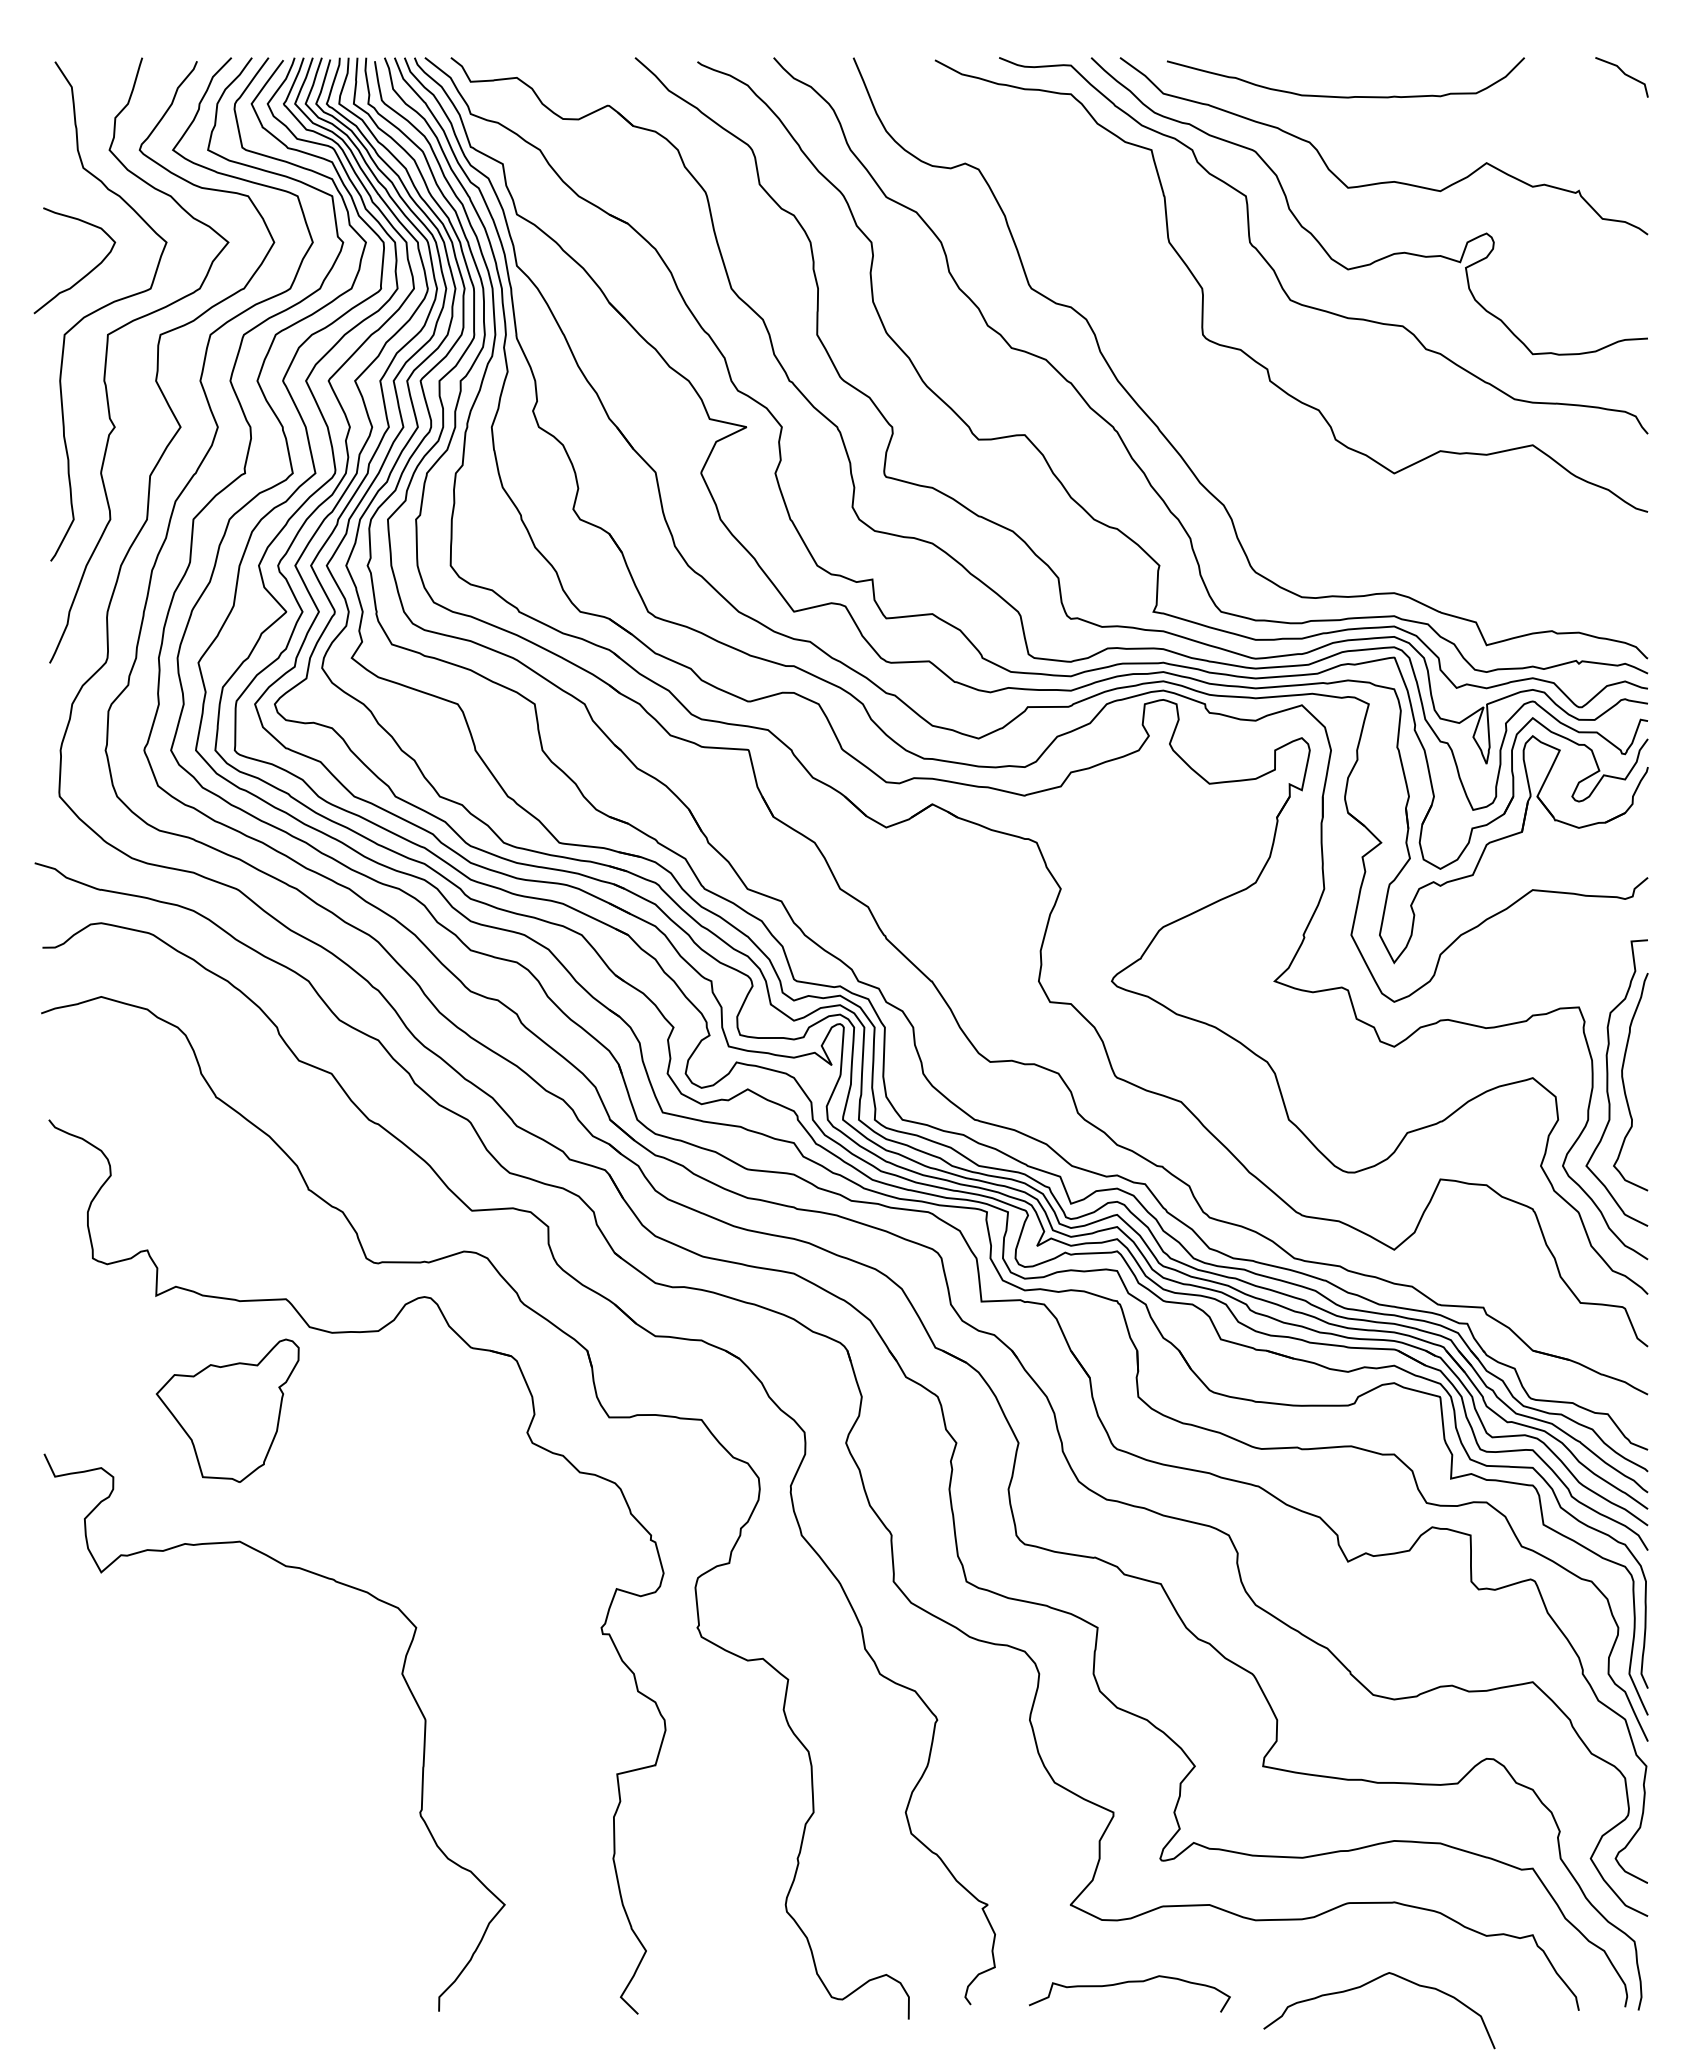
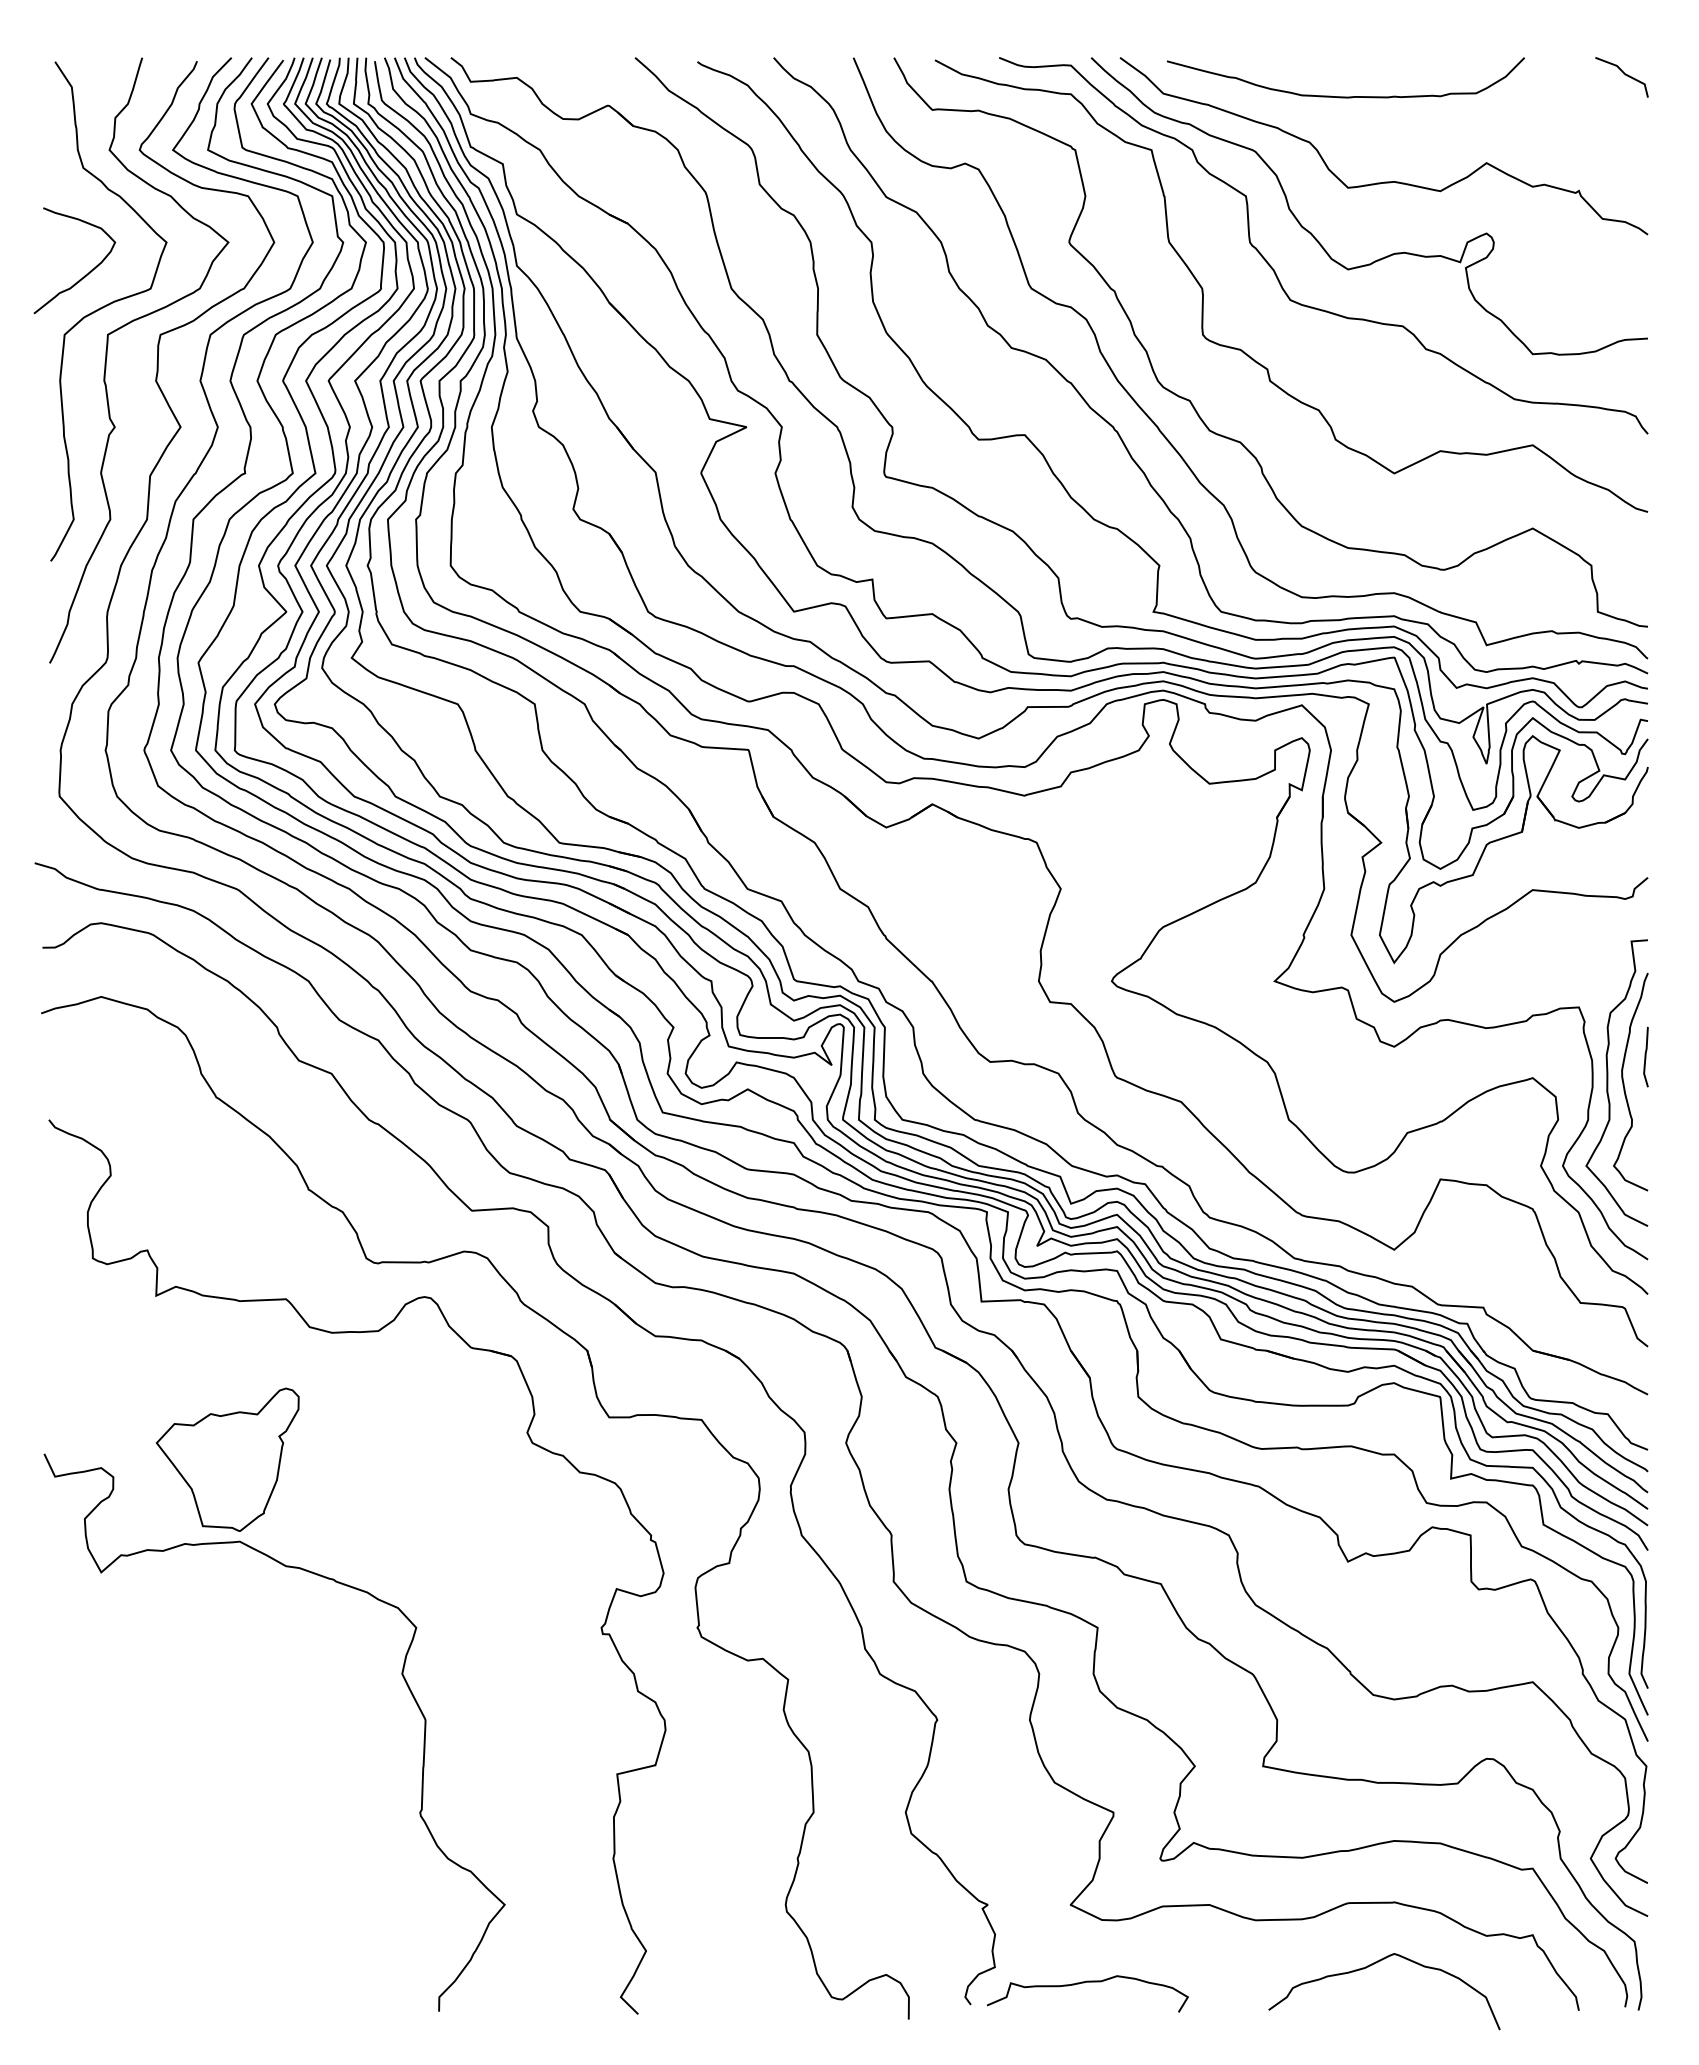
curve at (1191, 401): none -> present
curve at (1645, 1056): none -> present
part at (227, 1410) position: (227, 1410) -> (227, 1459)
curve at (1126, 1983) position: (1126, 1983) -> (1084, 1983)
curve at (1367, 1984) position: (1367, 1984) -> (1372, 1965)
